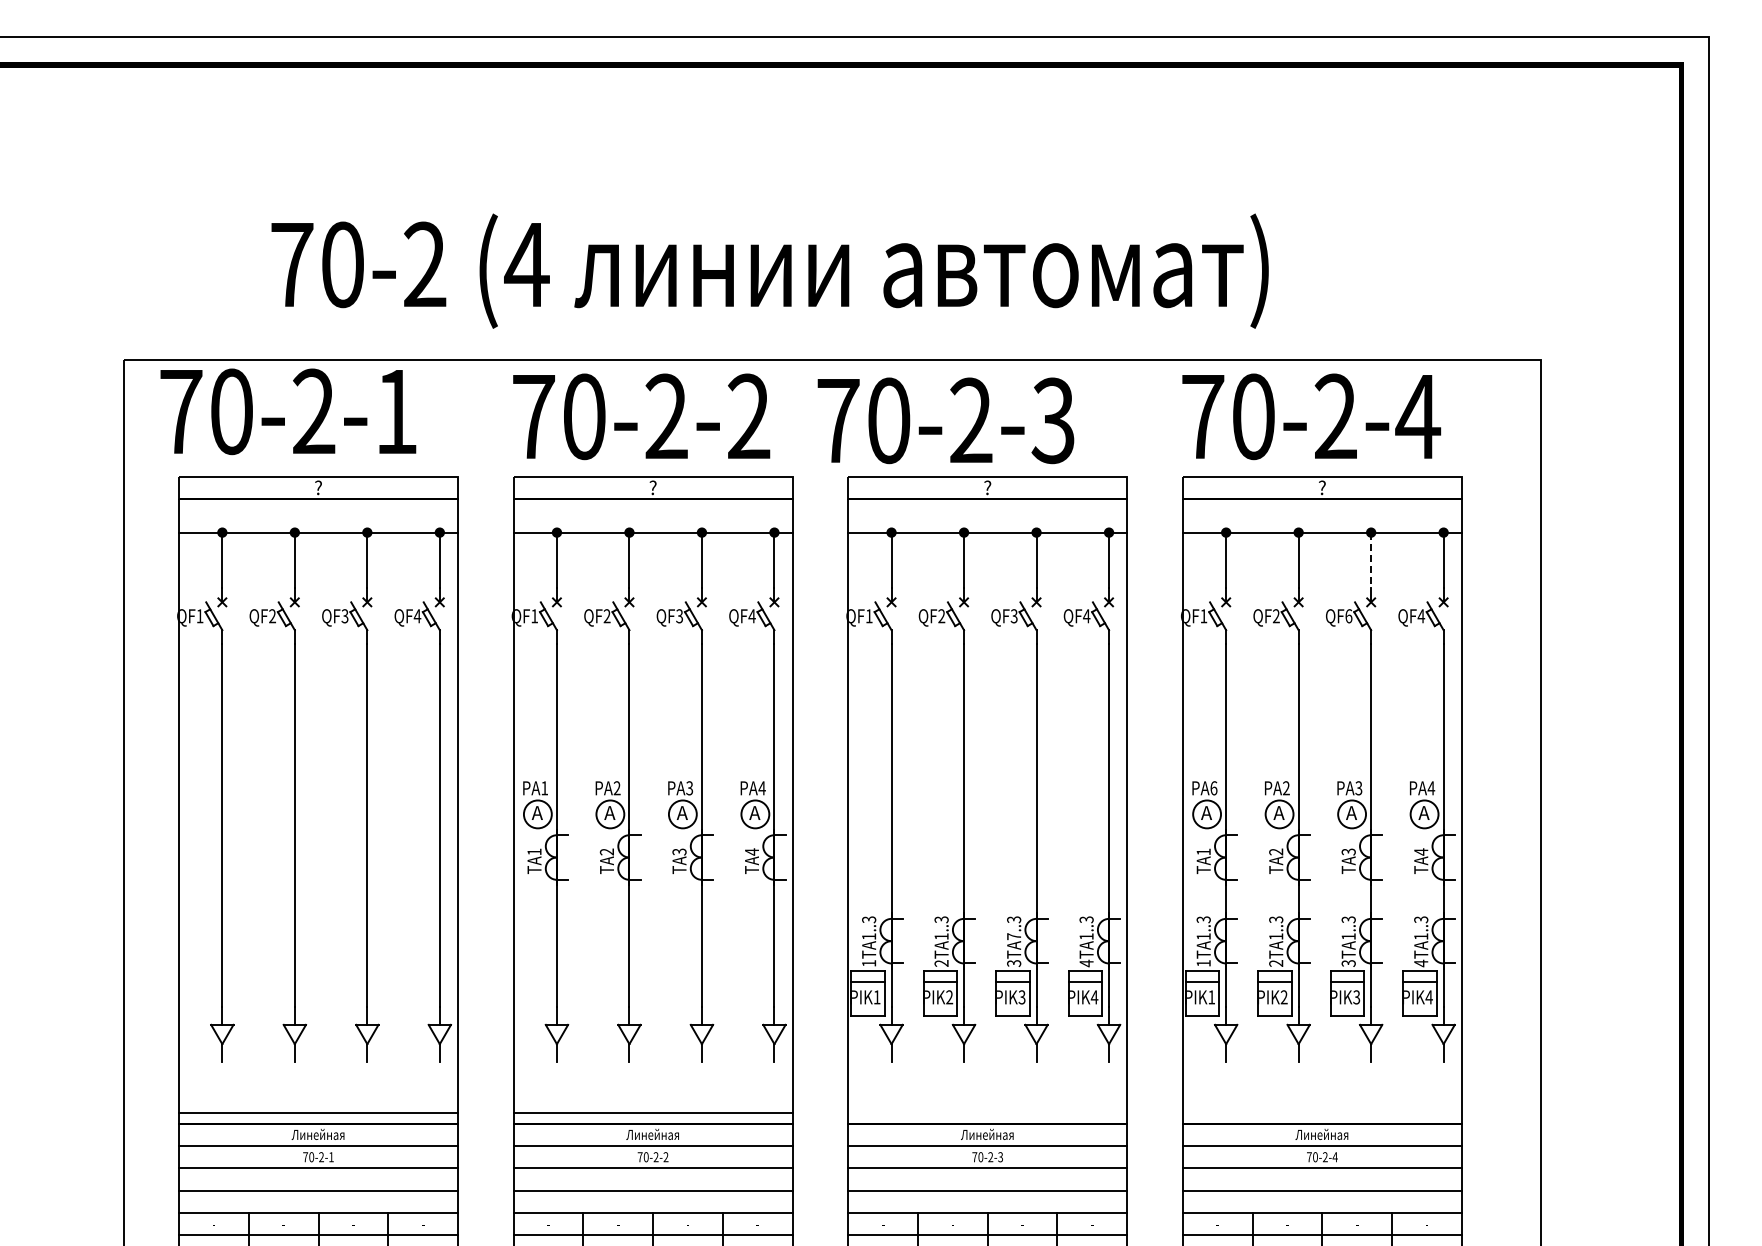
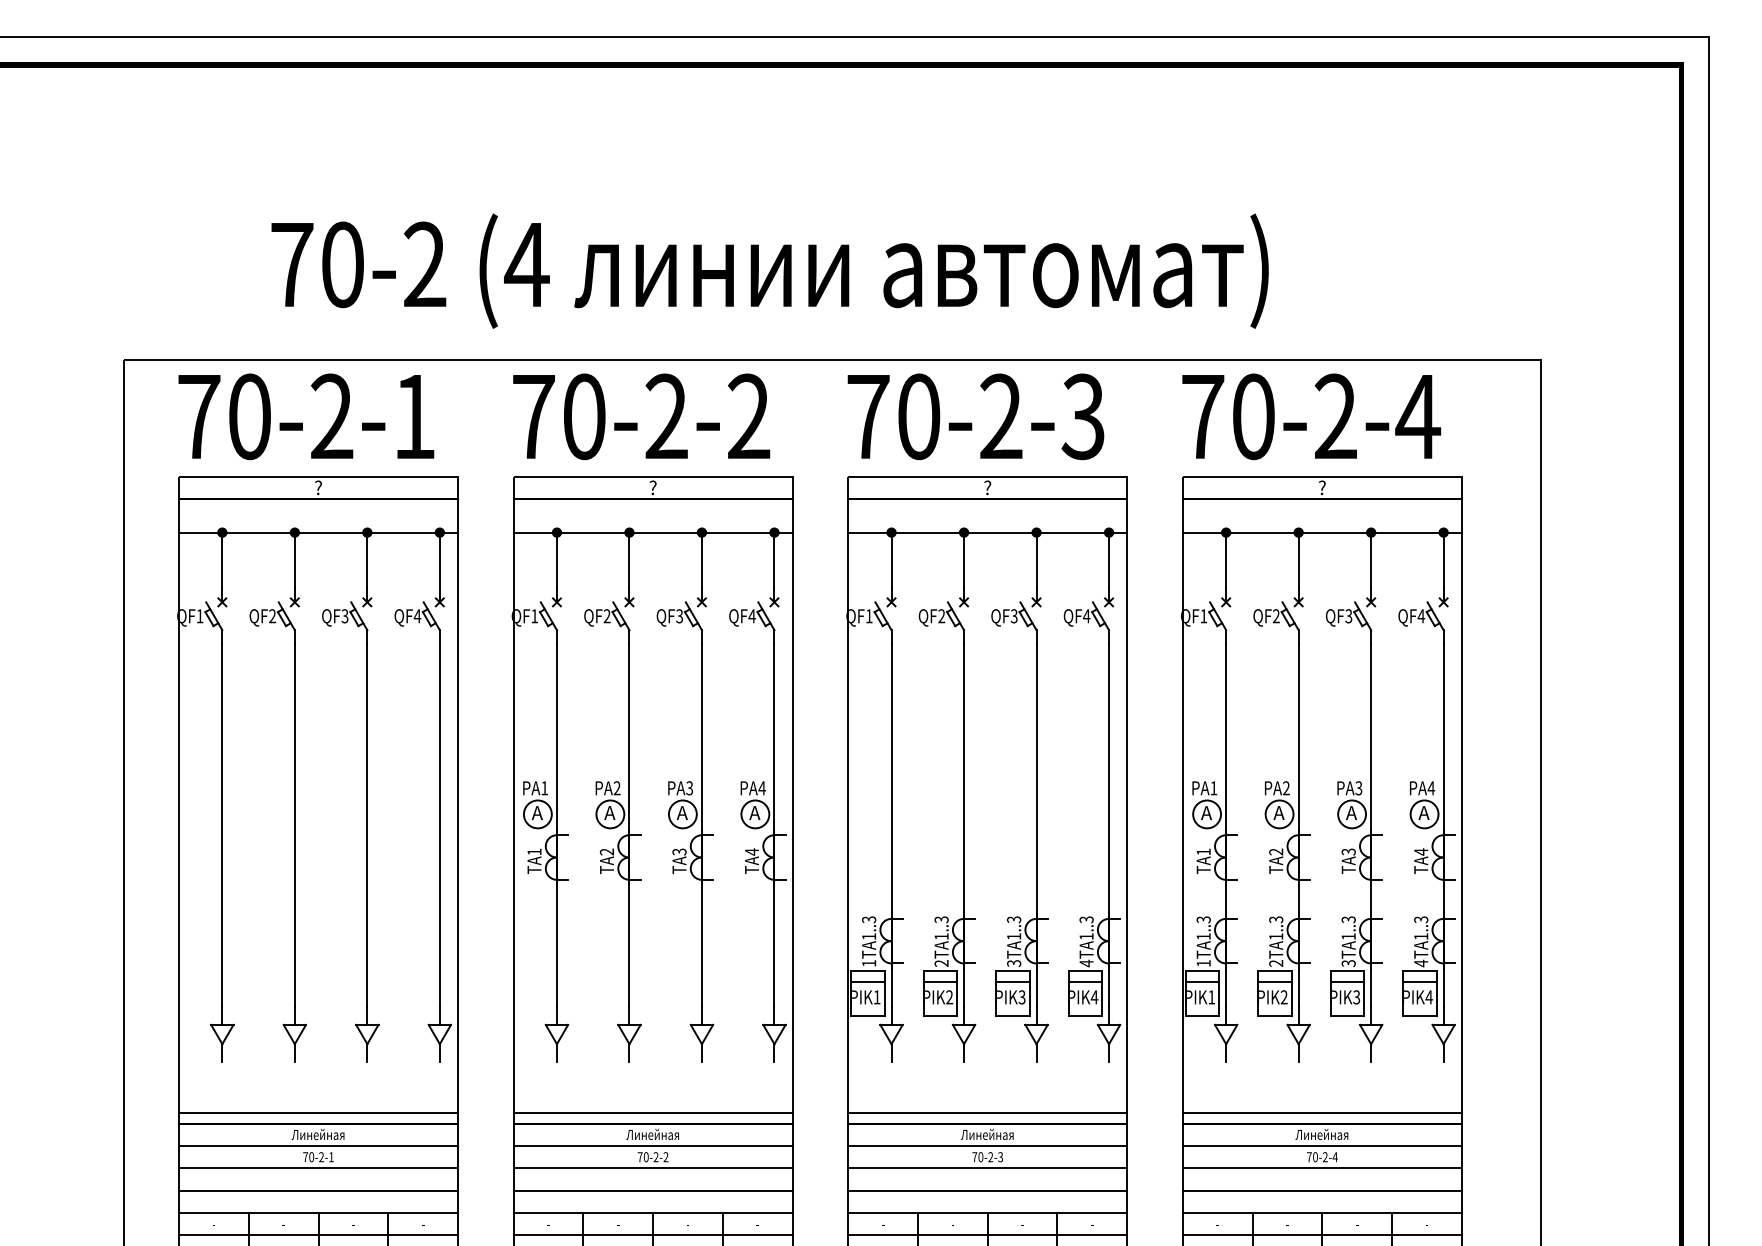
text at (288, 411) position: (288, 411) -> (306, 416)
text at (945, 420) position: (945, 420) -> (975, 416)
line at (1371, 560): dashed -> solid
text at (1348, 616): QF6 -> QF3
text at (1213, 788): PA6 -> PA1
text at (1014, 936): 3TA7..3 -> 3TA1..3
line at (987, 1112): none -> present
line at (1321, 1112): none -> present
